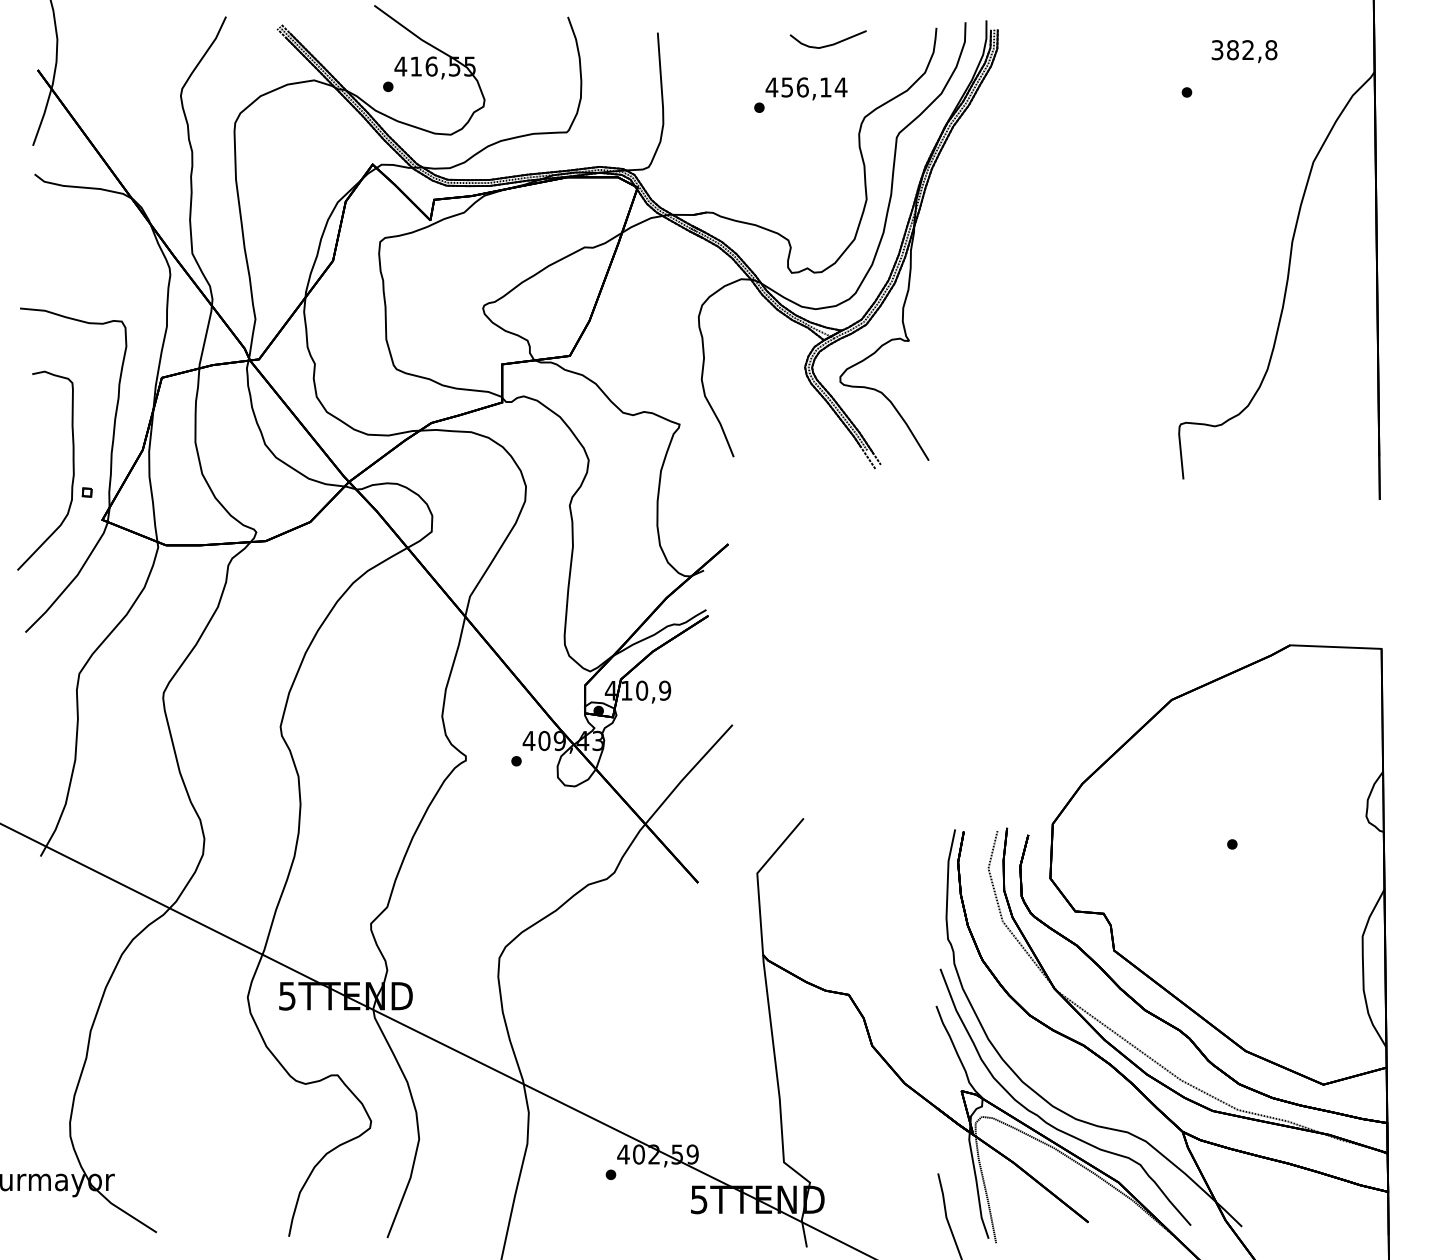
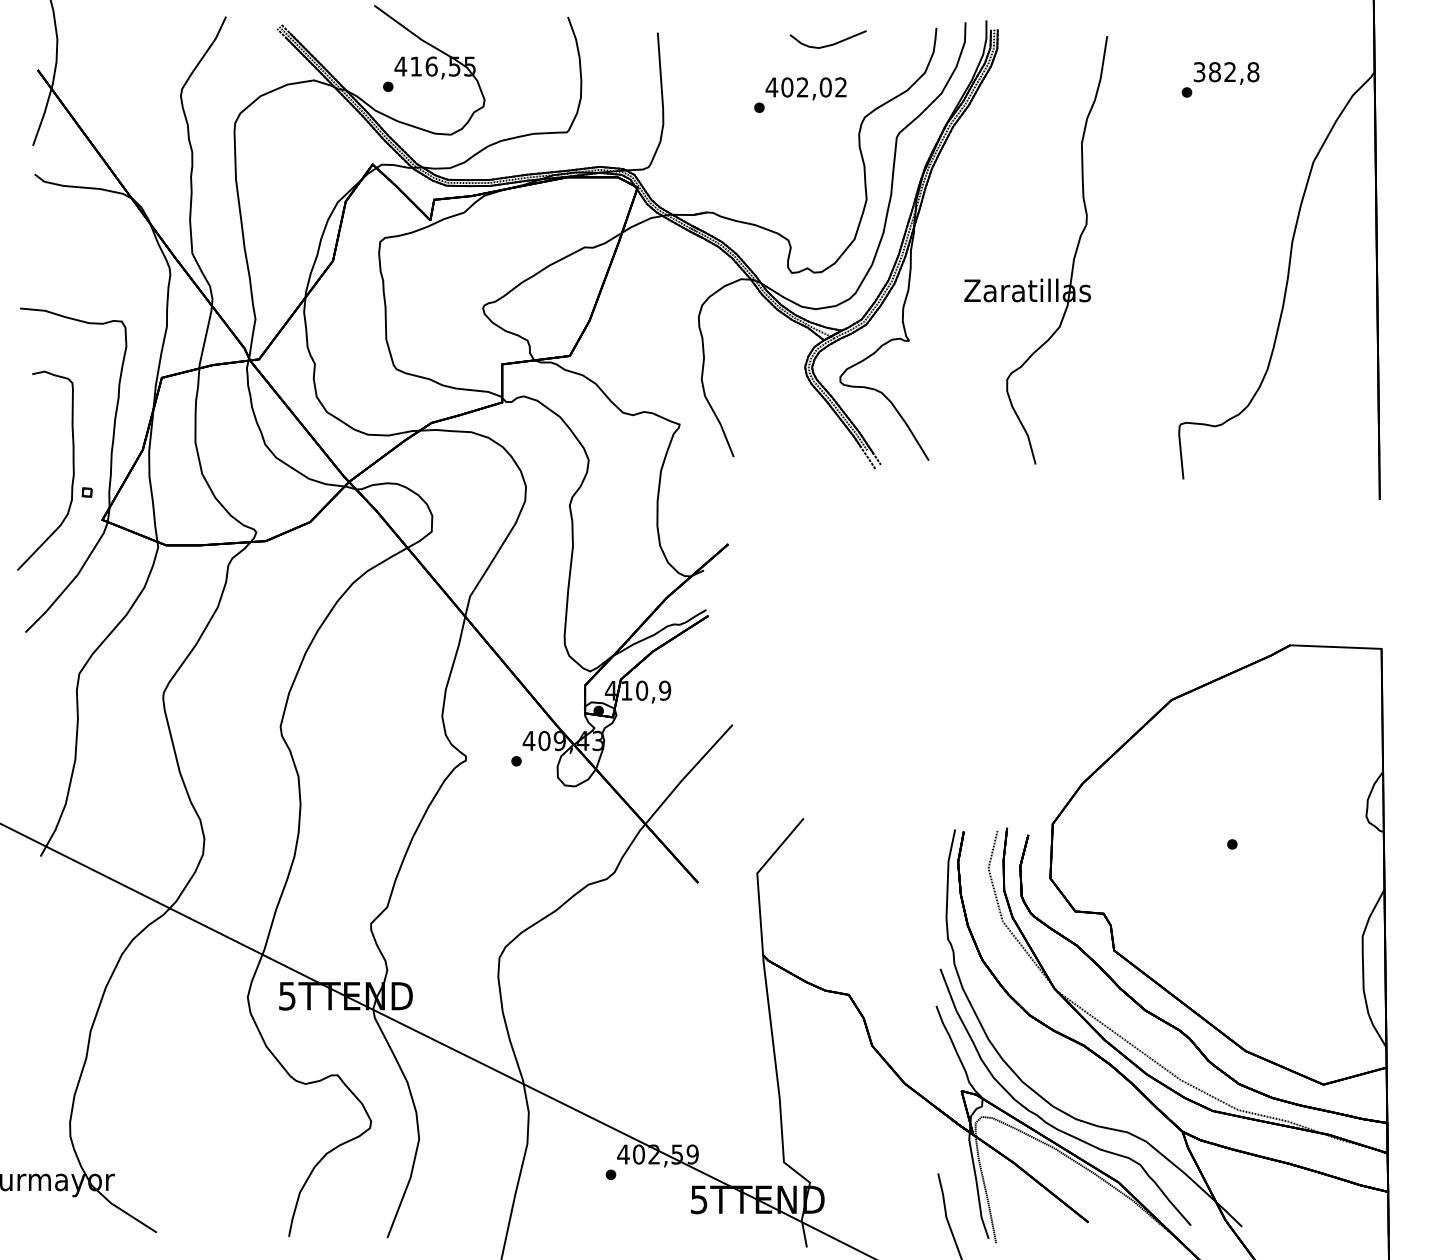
text at (1244, 51) position: (1244, 51) -> (1226, 73)
text at (814, 87): 456,14 -> 402,02
part at (1040, 278): none -> present
